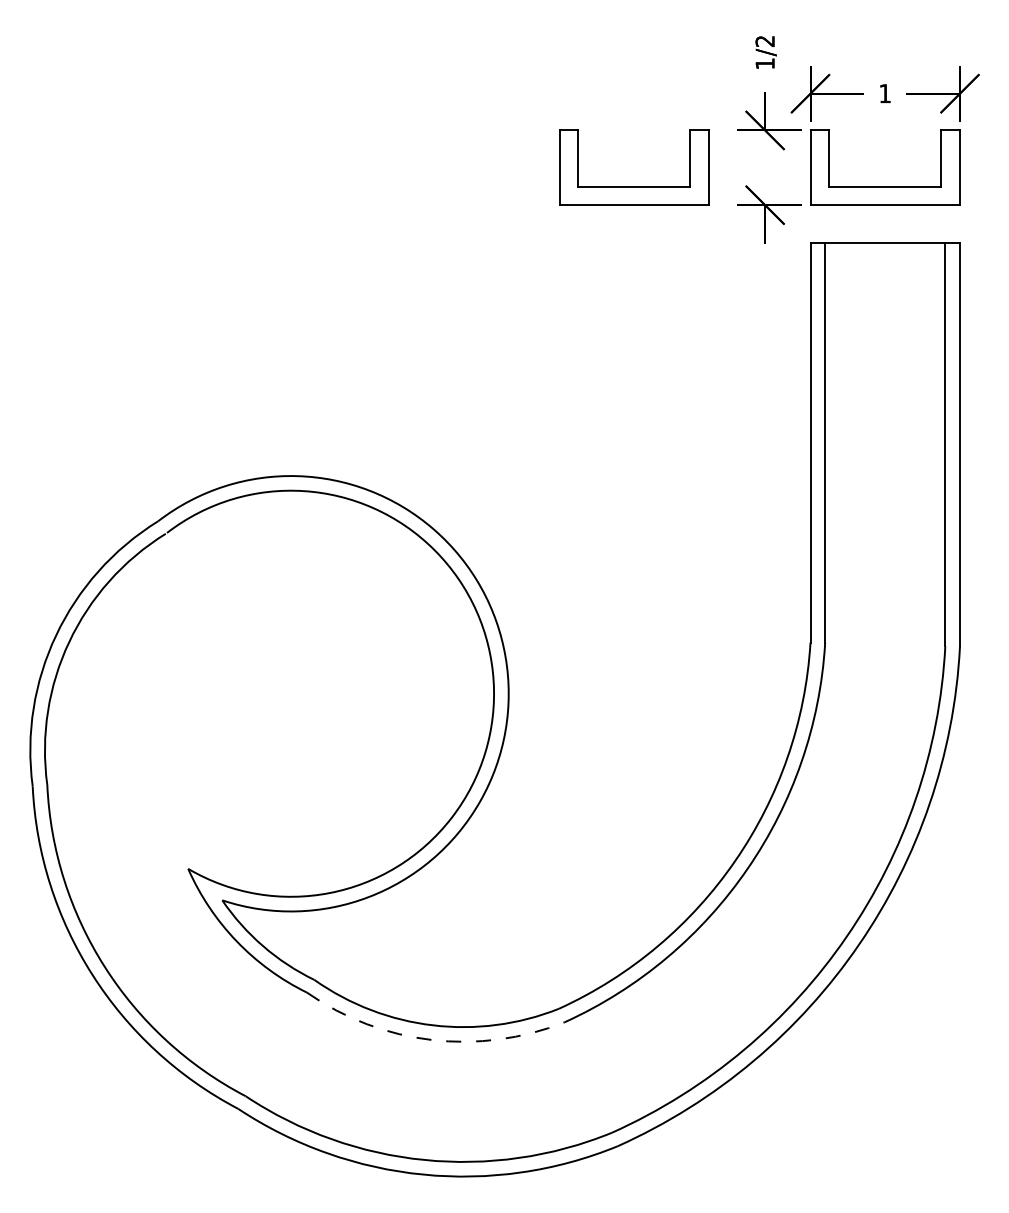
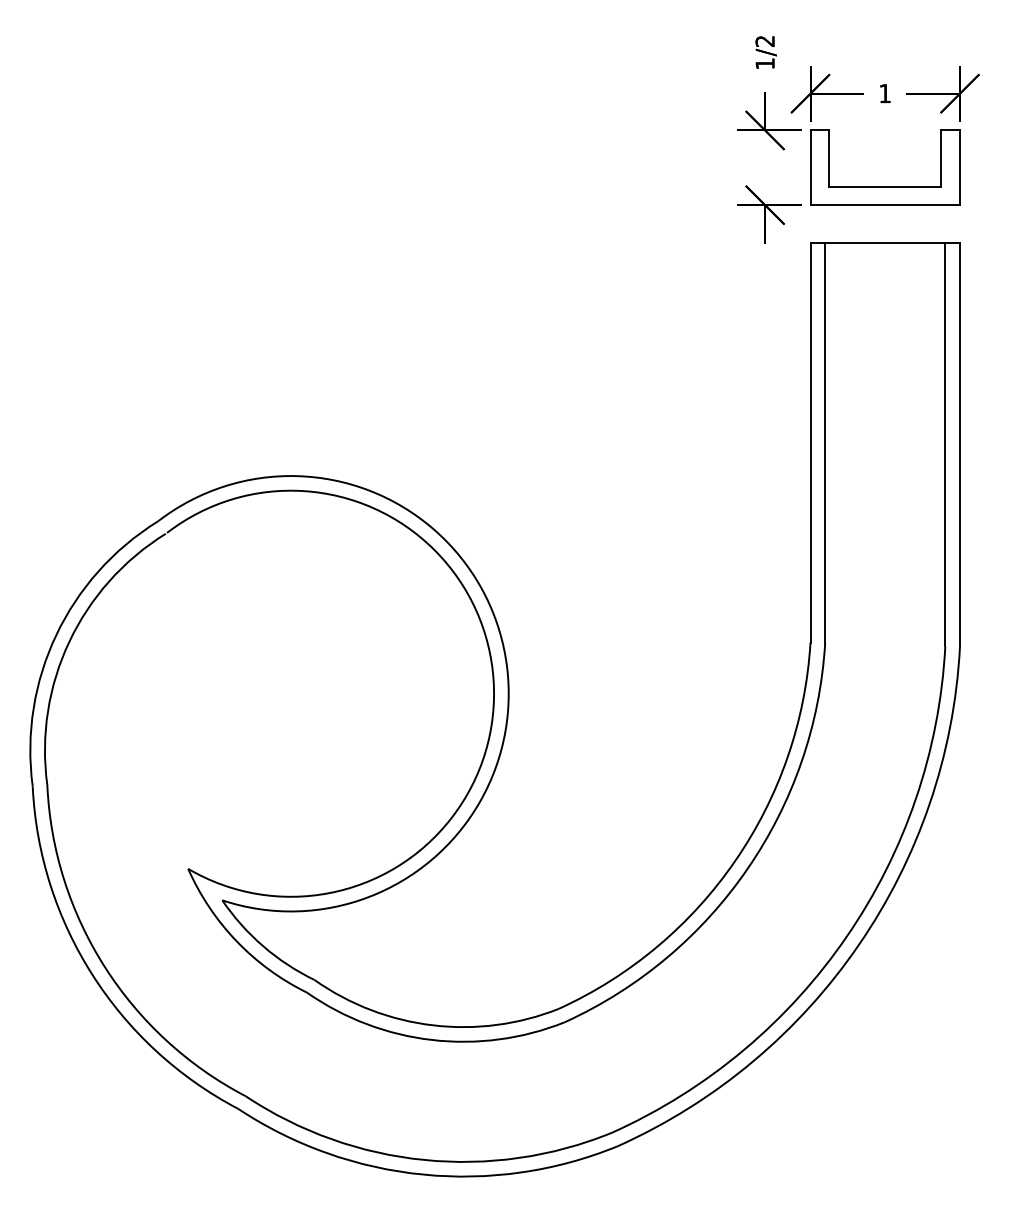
part at (634, 186): present -> none
arc at (432, 1040): dashed -> solid
